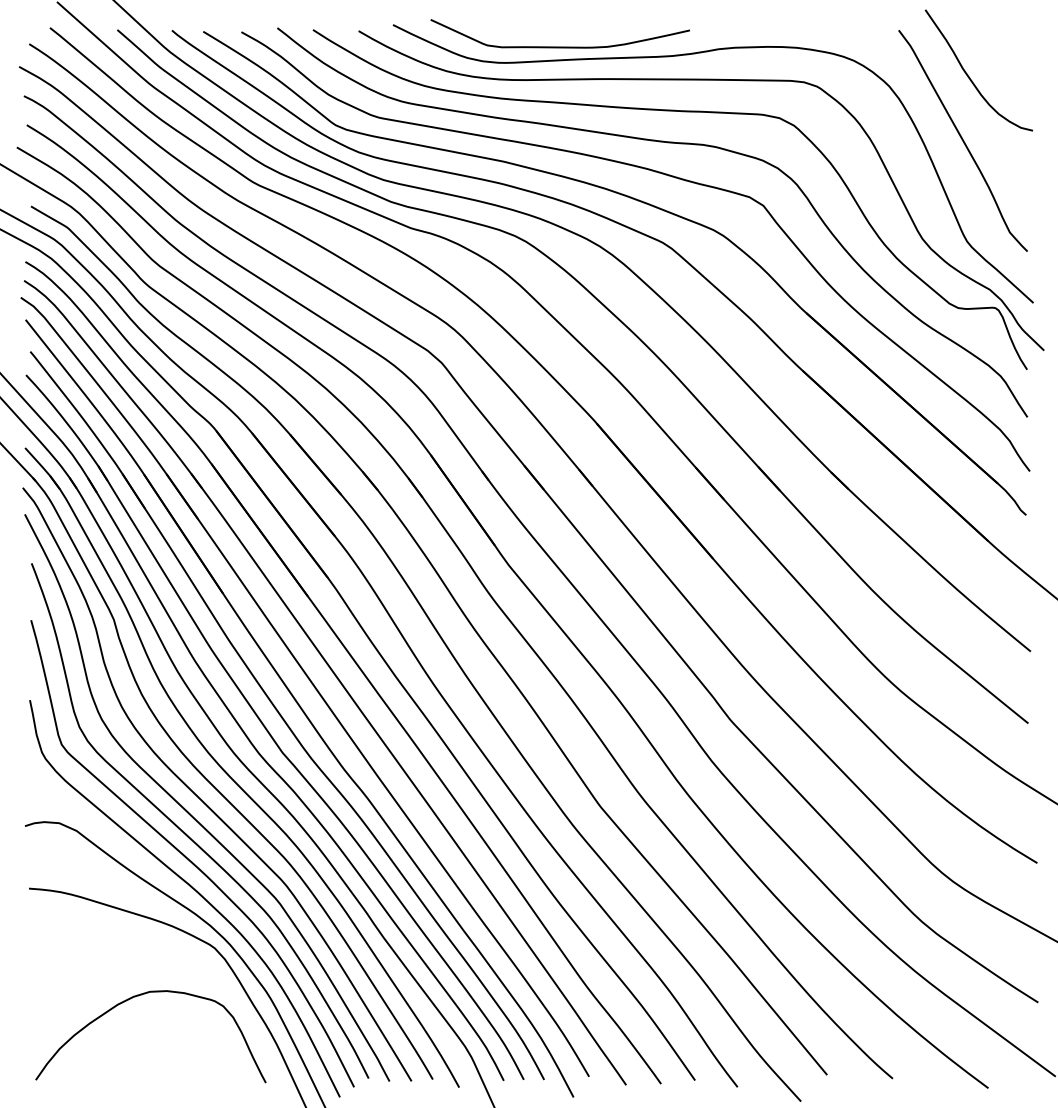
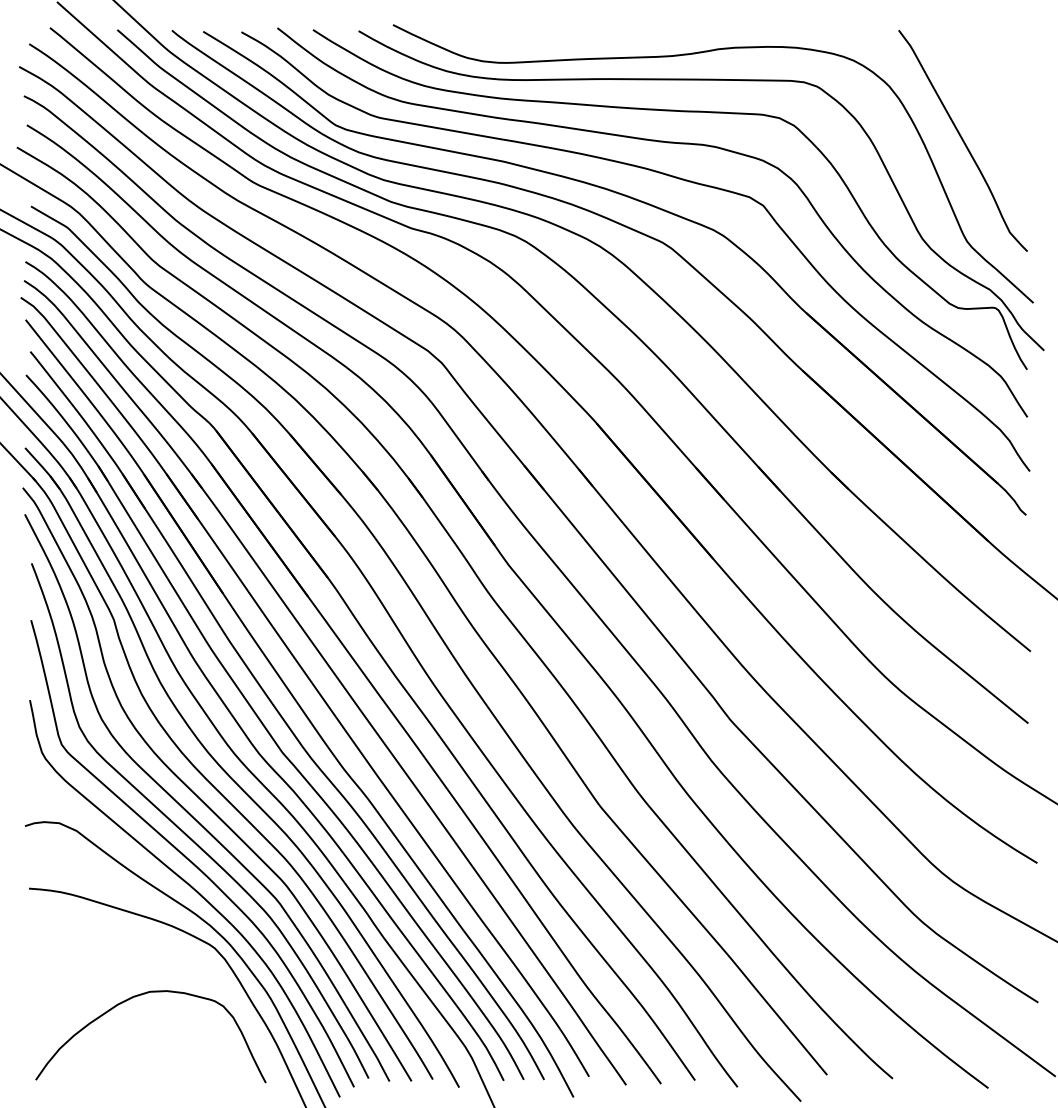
curve at (559, 46): present -> none
curve at (970, 77): present -> none
